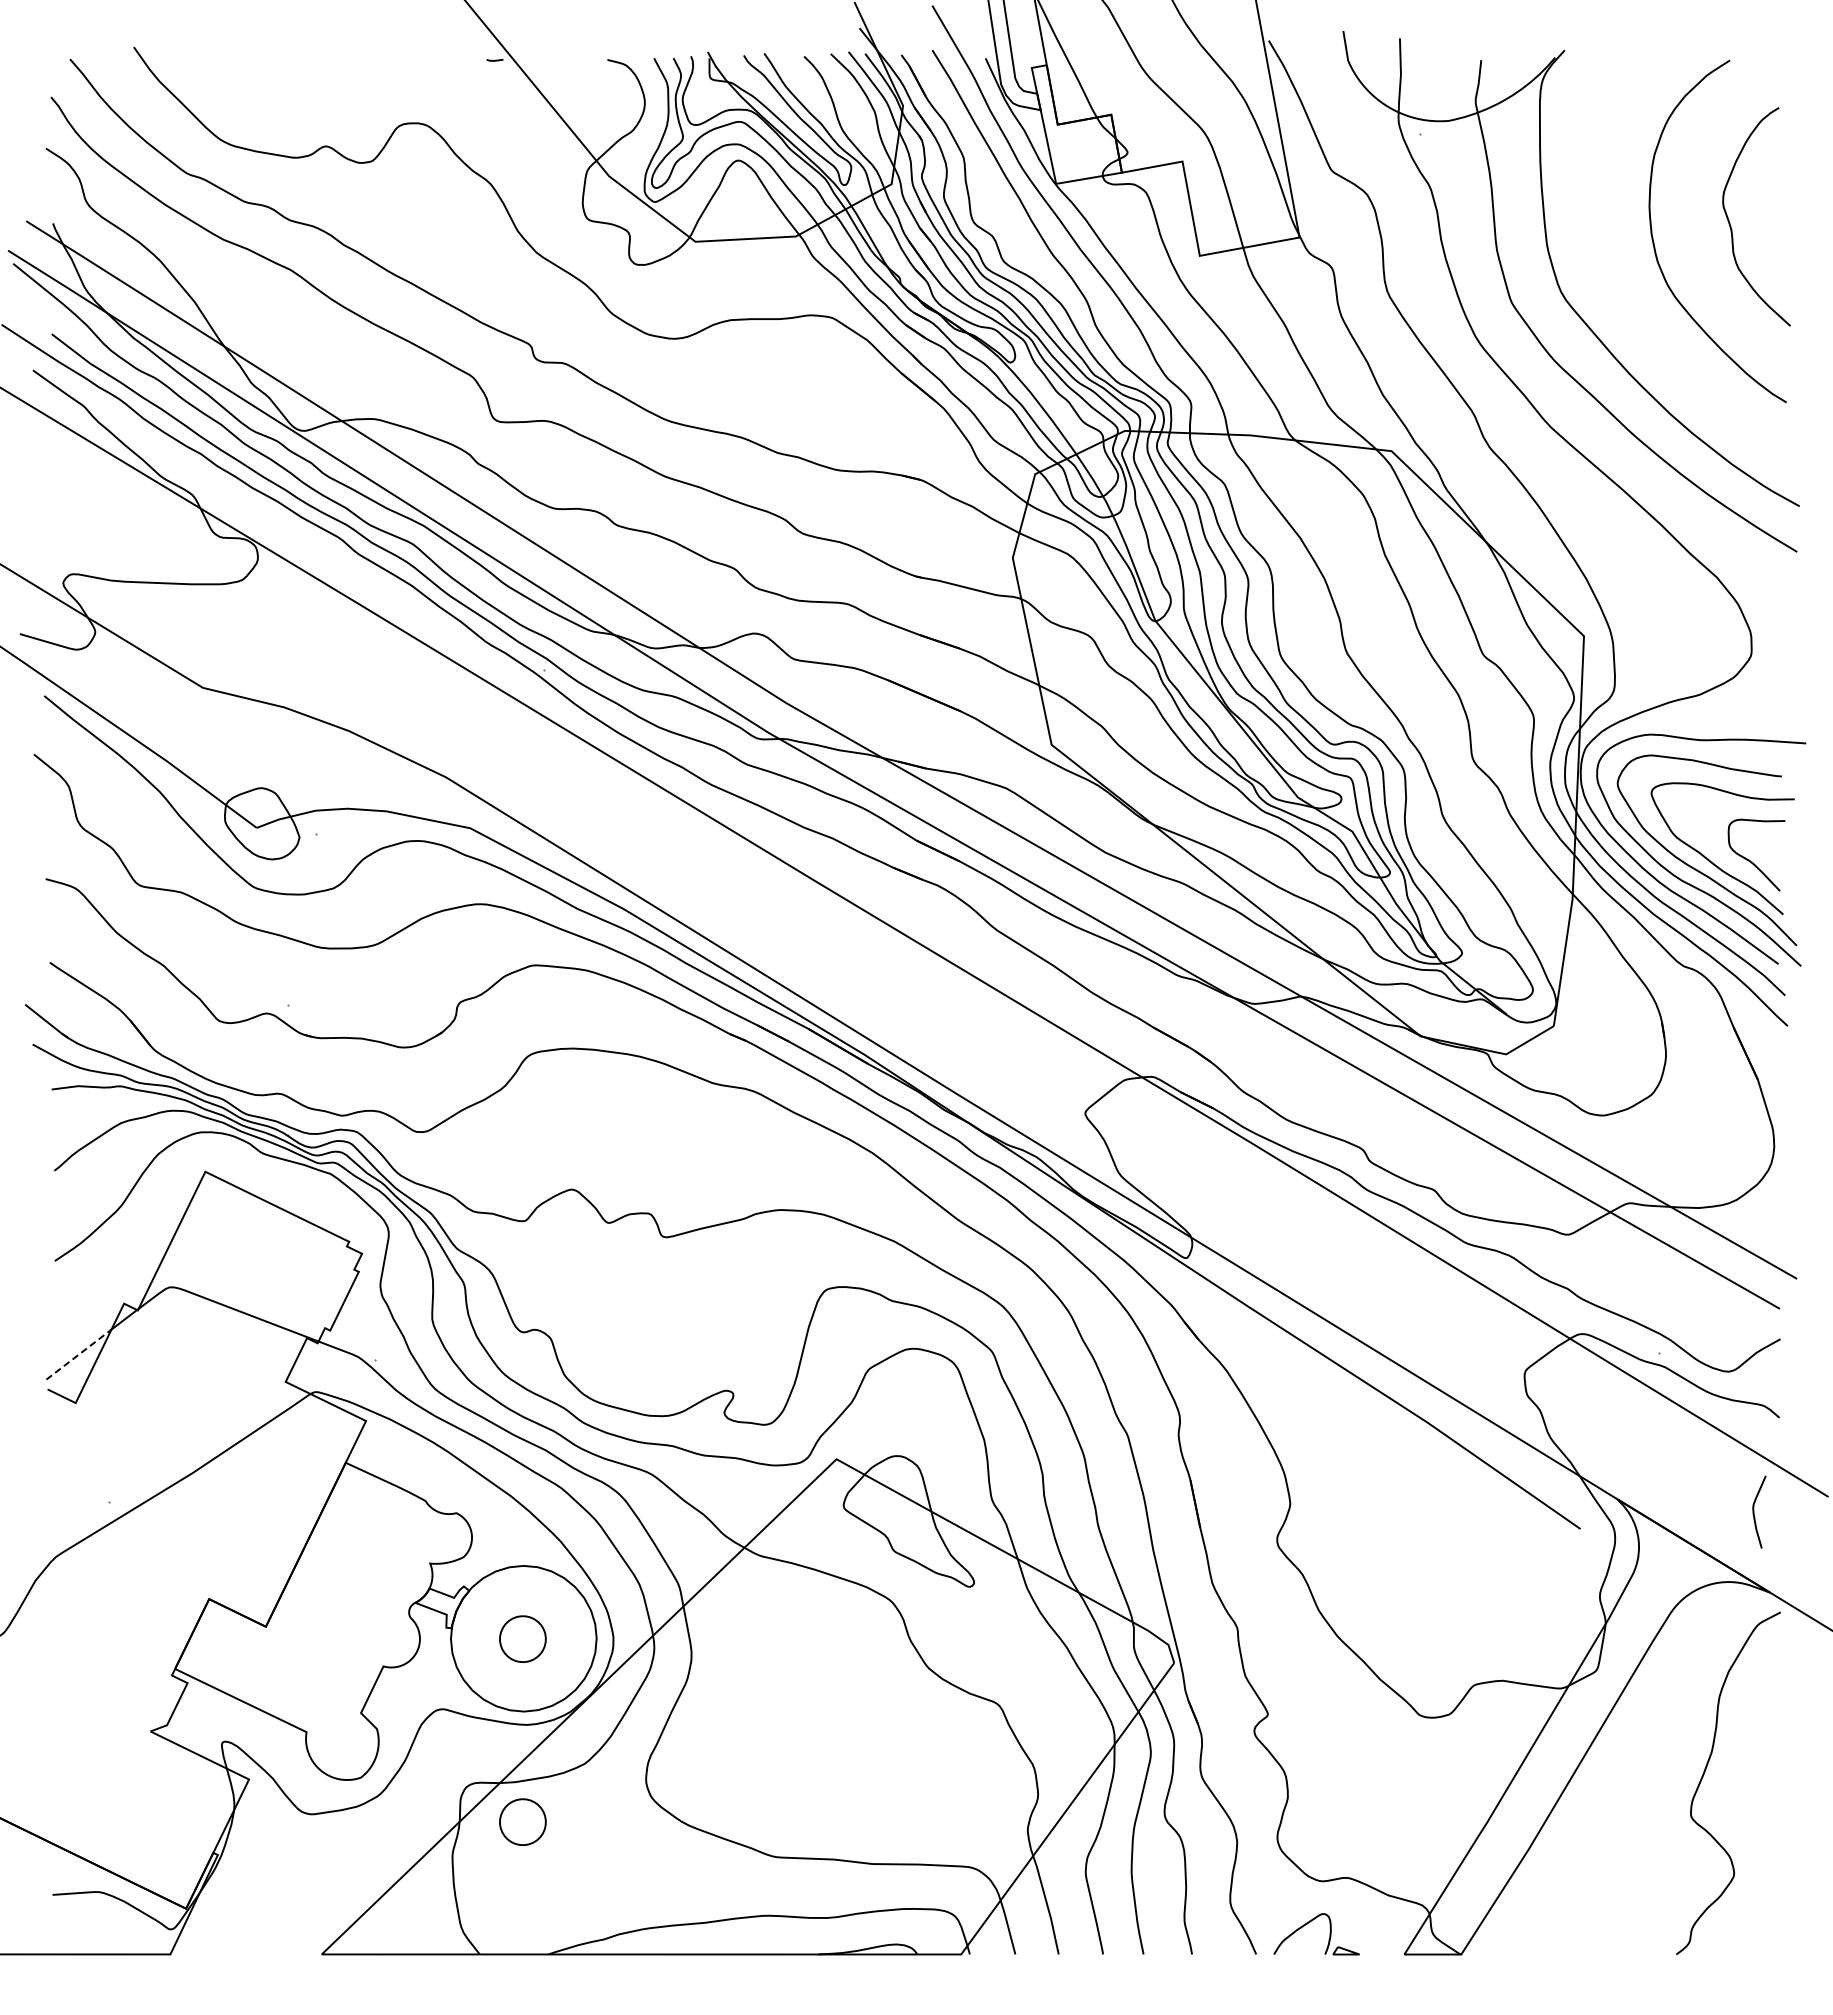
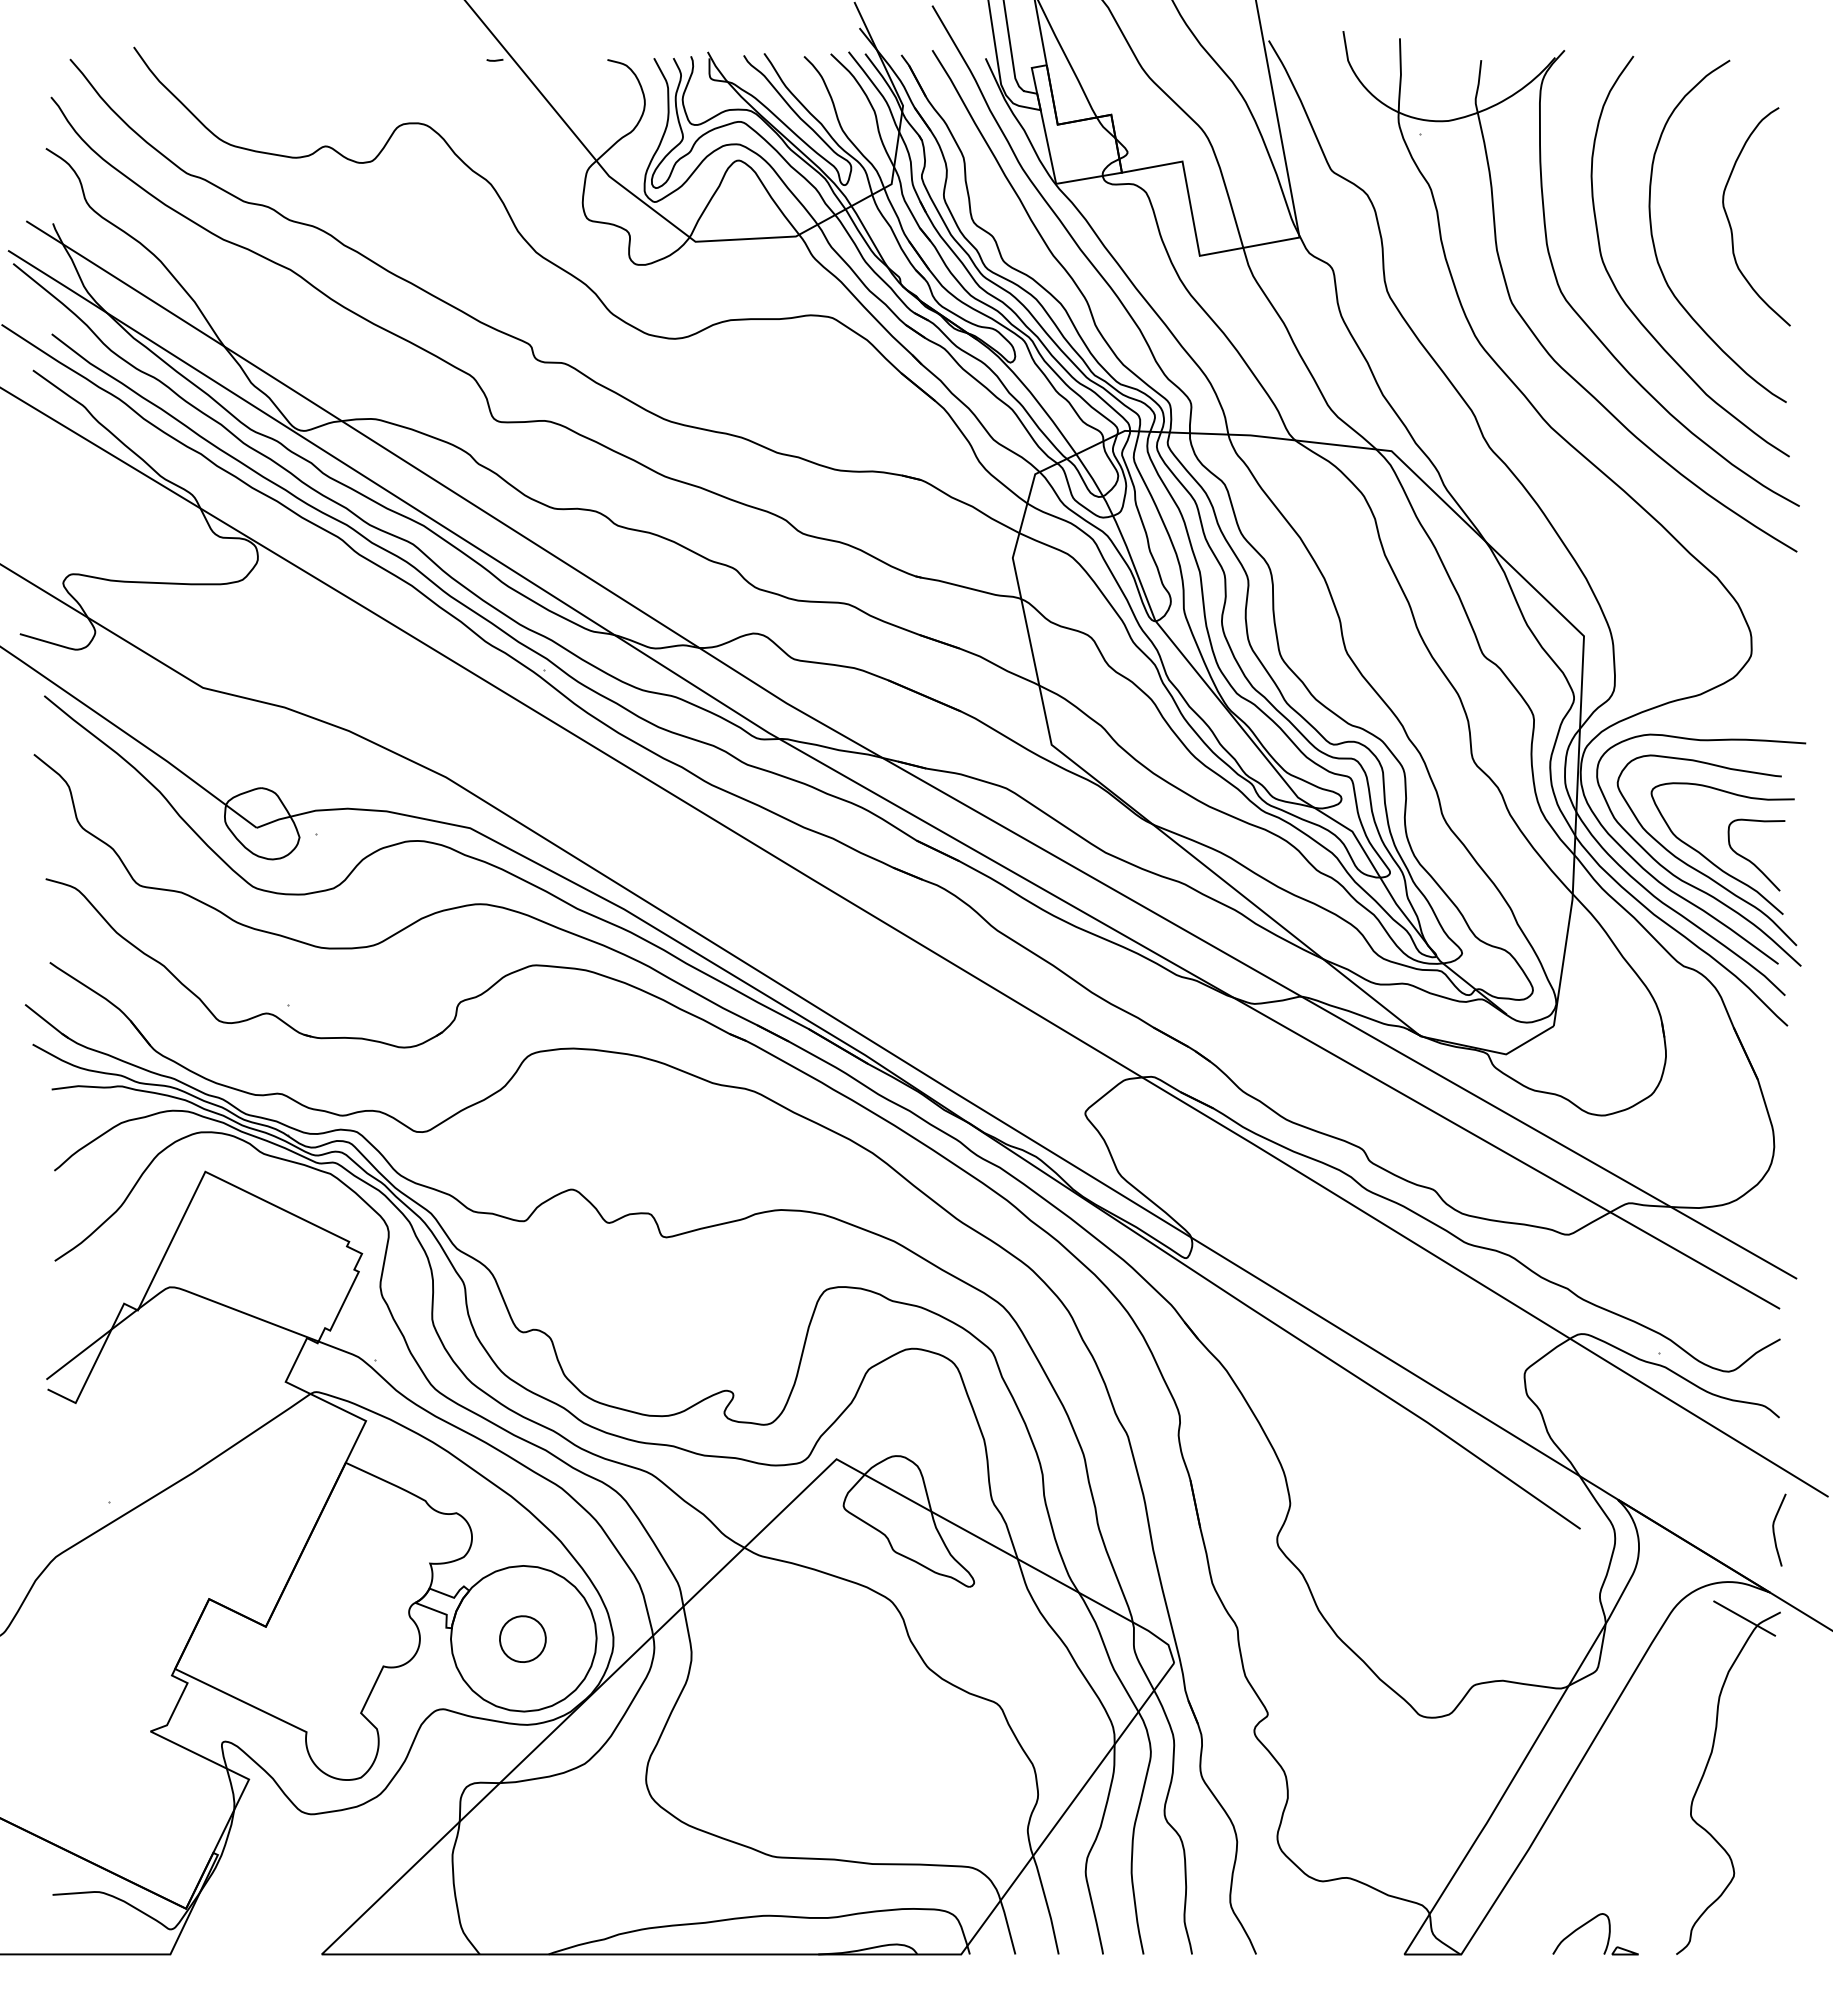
curve at (1623, 298): none -> present
line at (79, 1354): dashed -> solid
curve at (1754, 1511) position: (1754, 1511) -> (1774, 1529)
line at (1744, 1618): none -> present
part at (522, 1821): present -> none
part at (1329, 1934) position: (1329, 1934) -> (1608, 1934)
